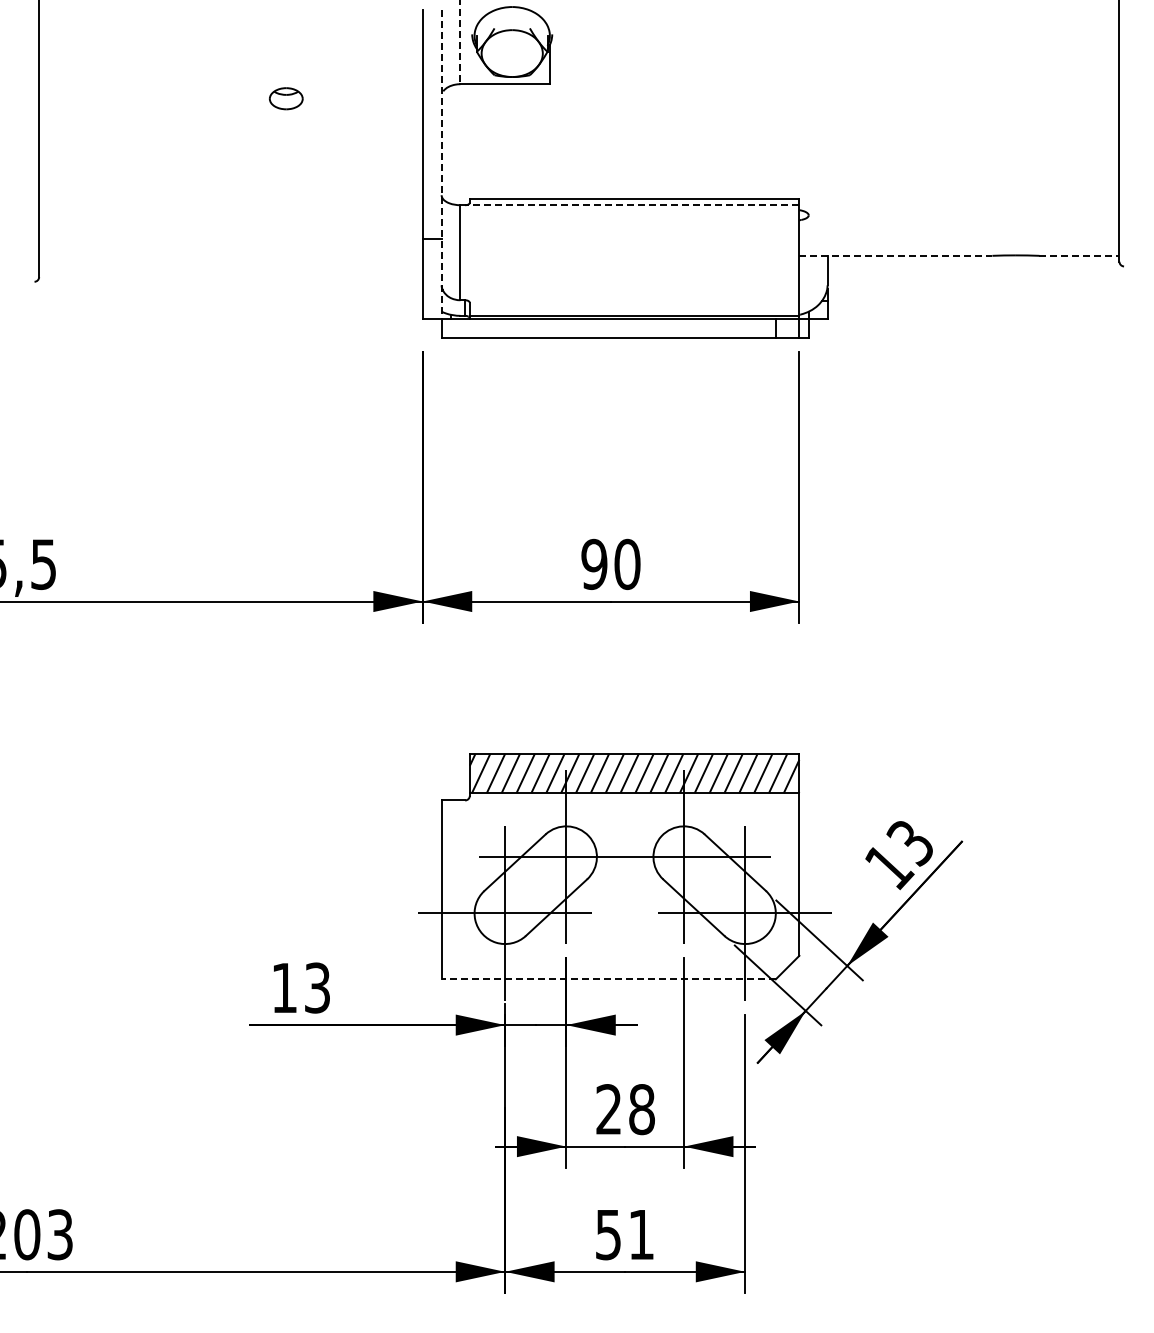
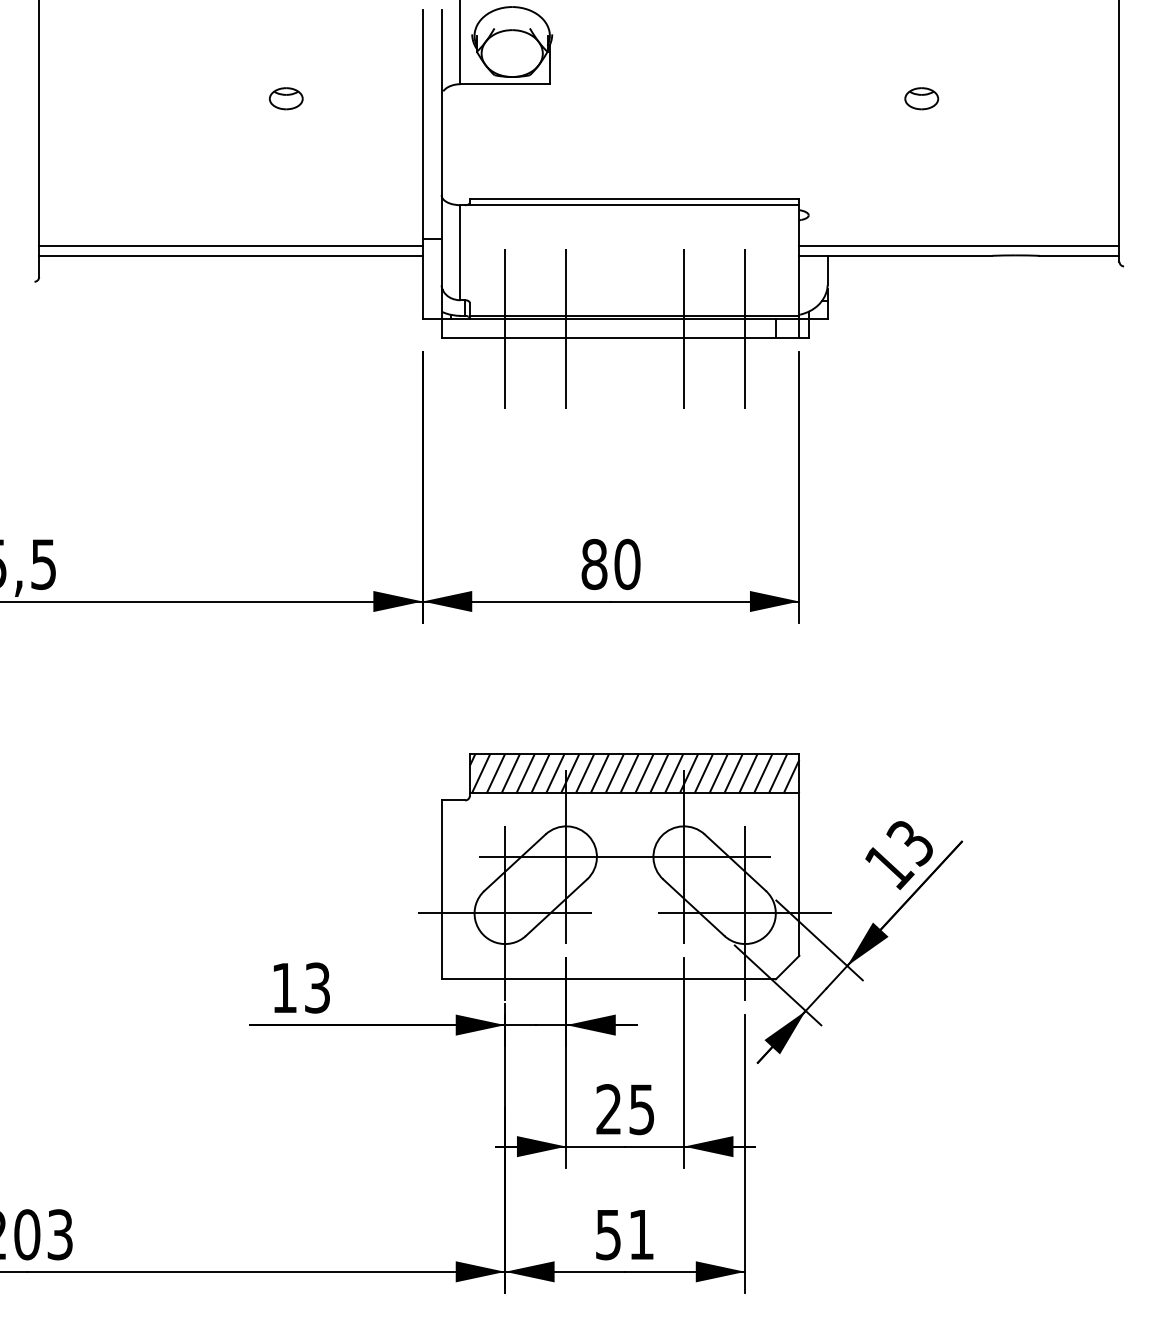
line at (460, 42): dashed -> solid
part at (921, 98): none -> present
line at (441, 164): dashed -> solid
line at (631, 205): dashed -> solid
line at (230, 245): none -> present
line at (959, 245): none -> present
line at (230, 255): none -> present
line at (896, 255): dashed -> solid
line at (1079, 255): dashed -> solid
line at (505, 328): none -> present
line at (566, 328): none -> present
line at (684, 328): none -> present
line at (745, 328): none -> present
text at (594, 564): 90 -> 80
line at (608, 979): dashed -> solid
text at (641, 1109): 28 -> 25
